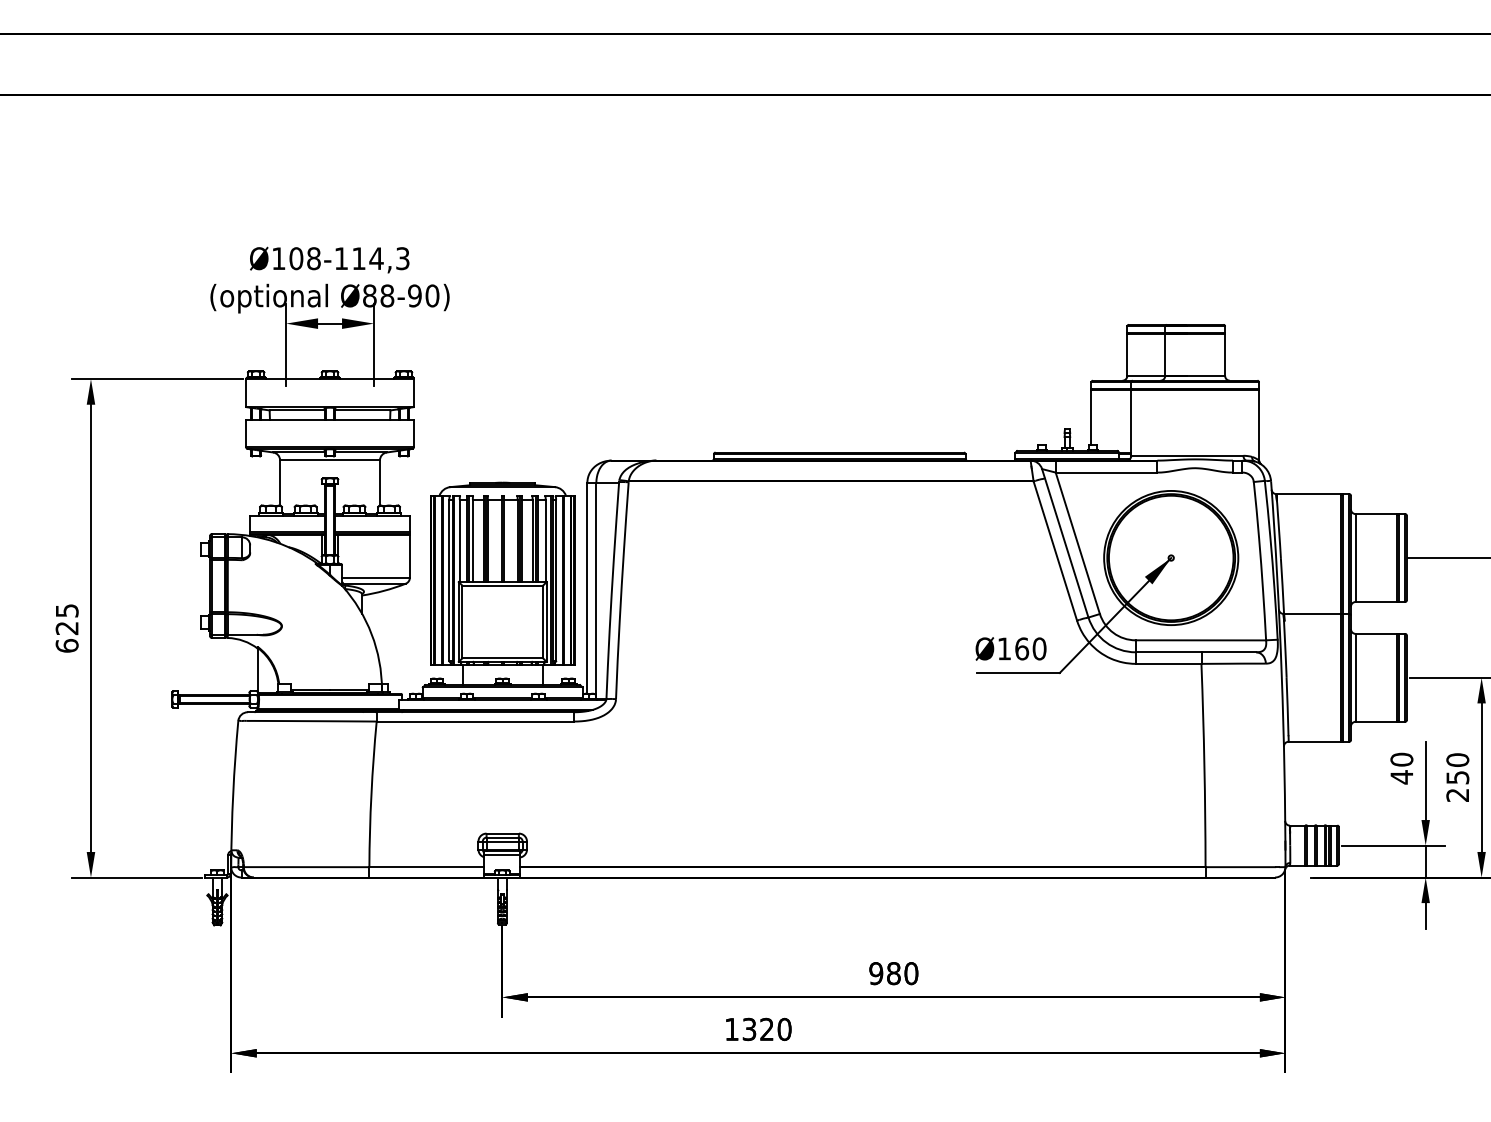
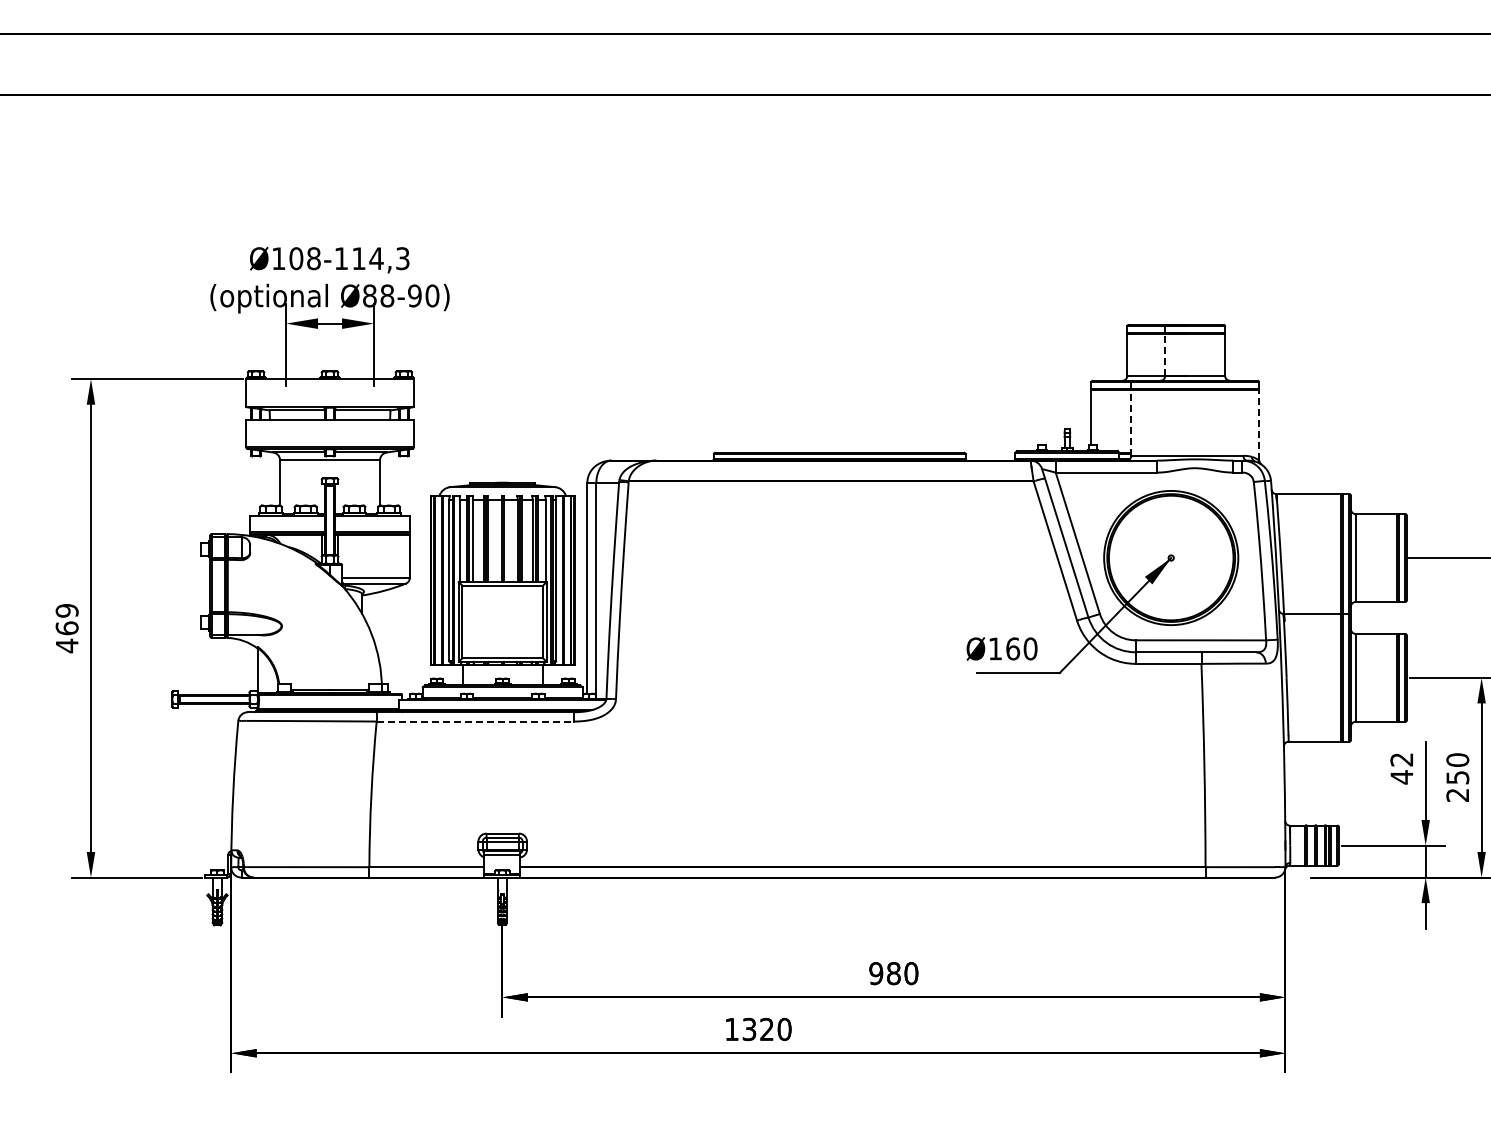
line at (1165, 355): solid -> dashed
line at (1131, 423): solid -> dashed
line at (1259, 424): solid -> dashed
text at (66, 628): 625 -> 469
text at (1010, 648) position: (1010, 648) -> (1001, 648)
line at (475, 721): solid -> dashed
text at (1401, 759): 40 -> 42
